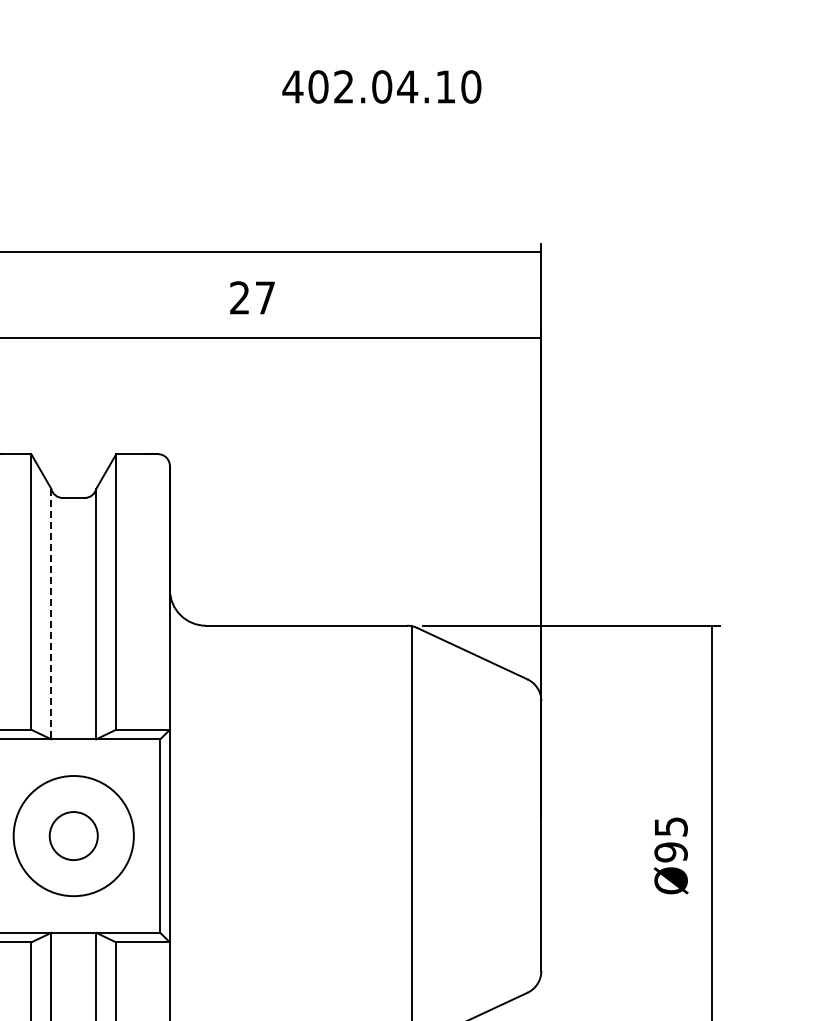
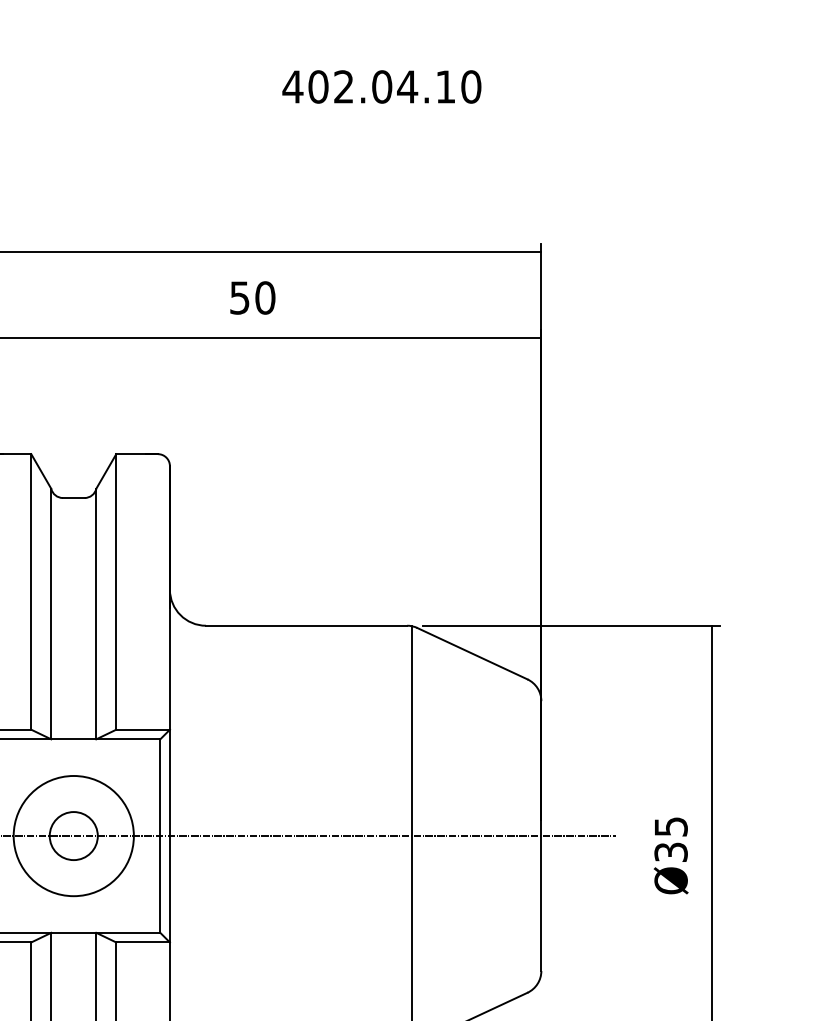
text at (252, 297): 27 -> 50
line at (51, 614): dashed -> solid
line at (309, 836): none -> present
text at (670, 852): Ø95 -> Ø35
